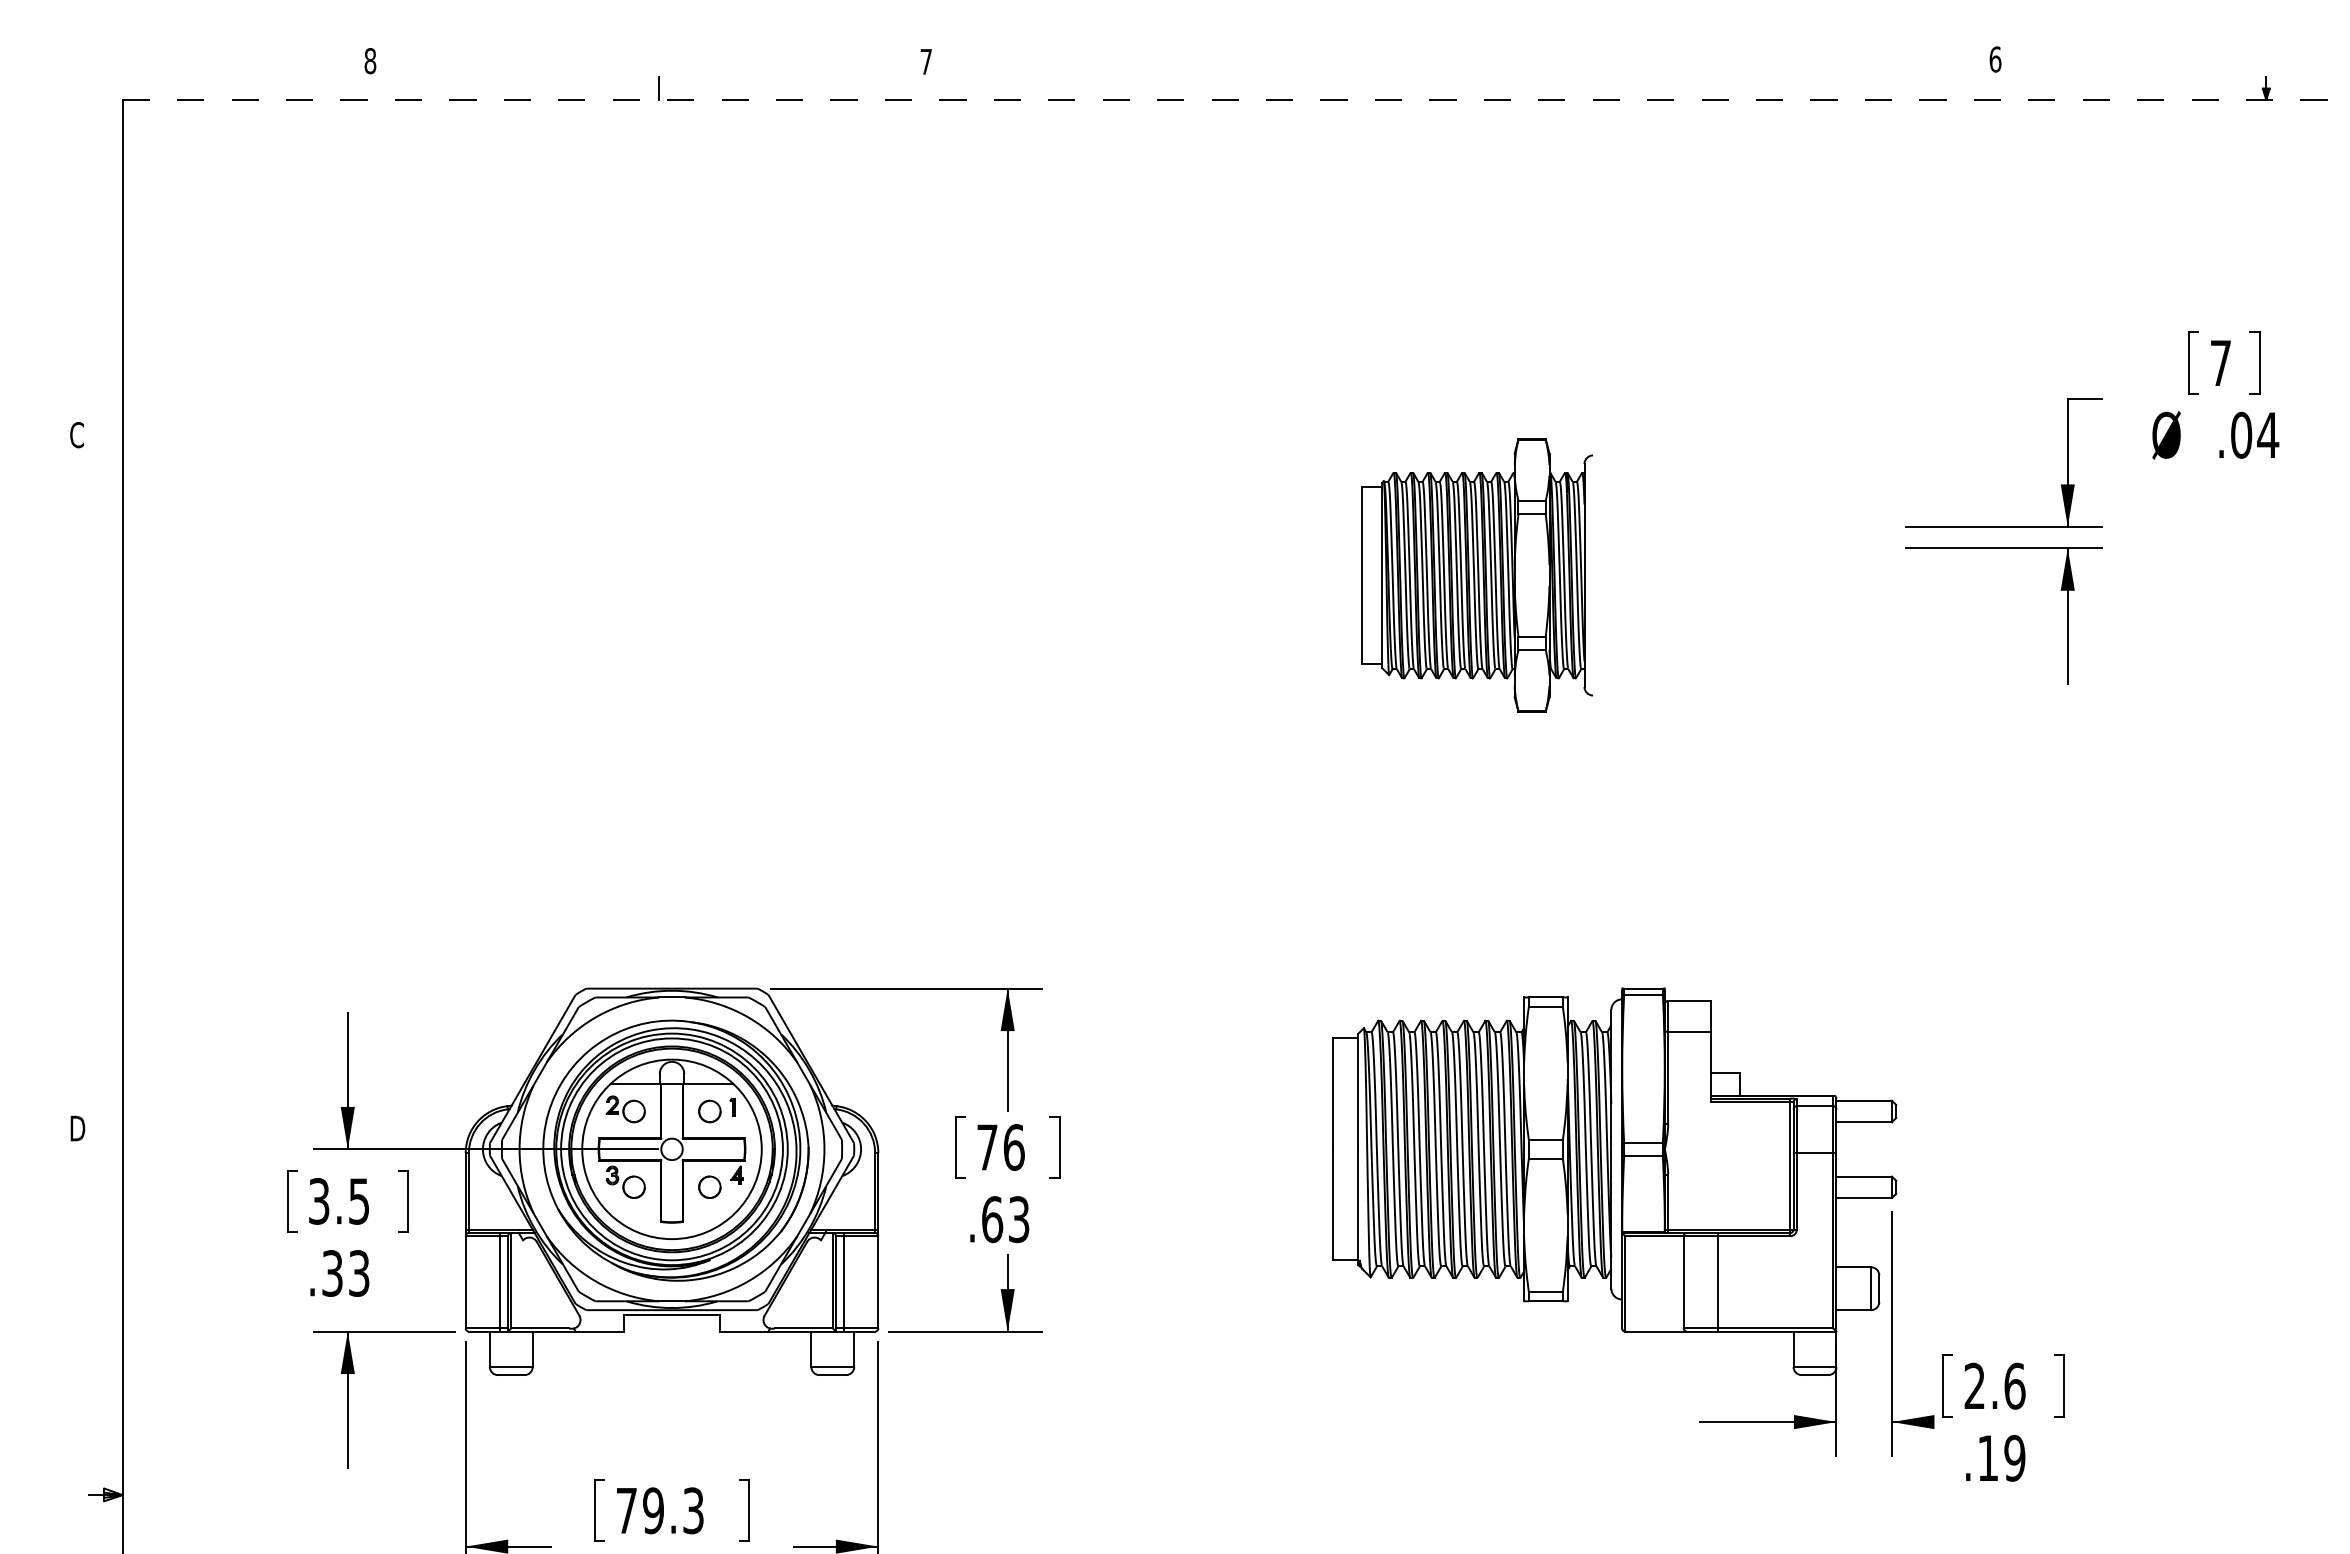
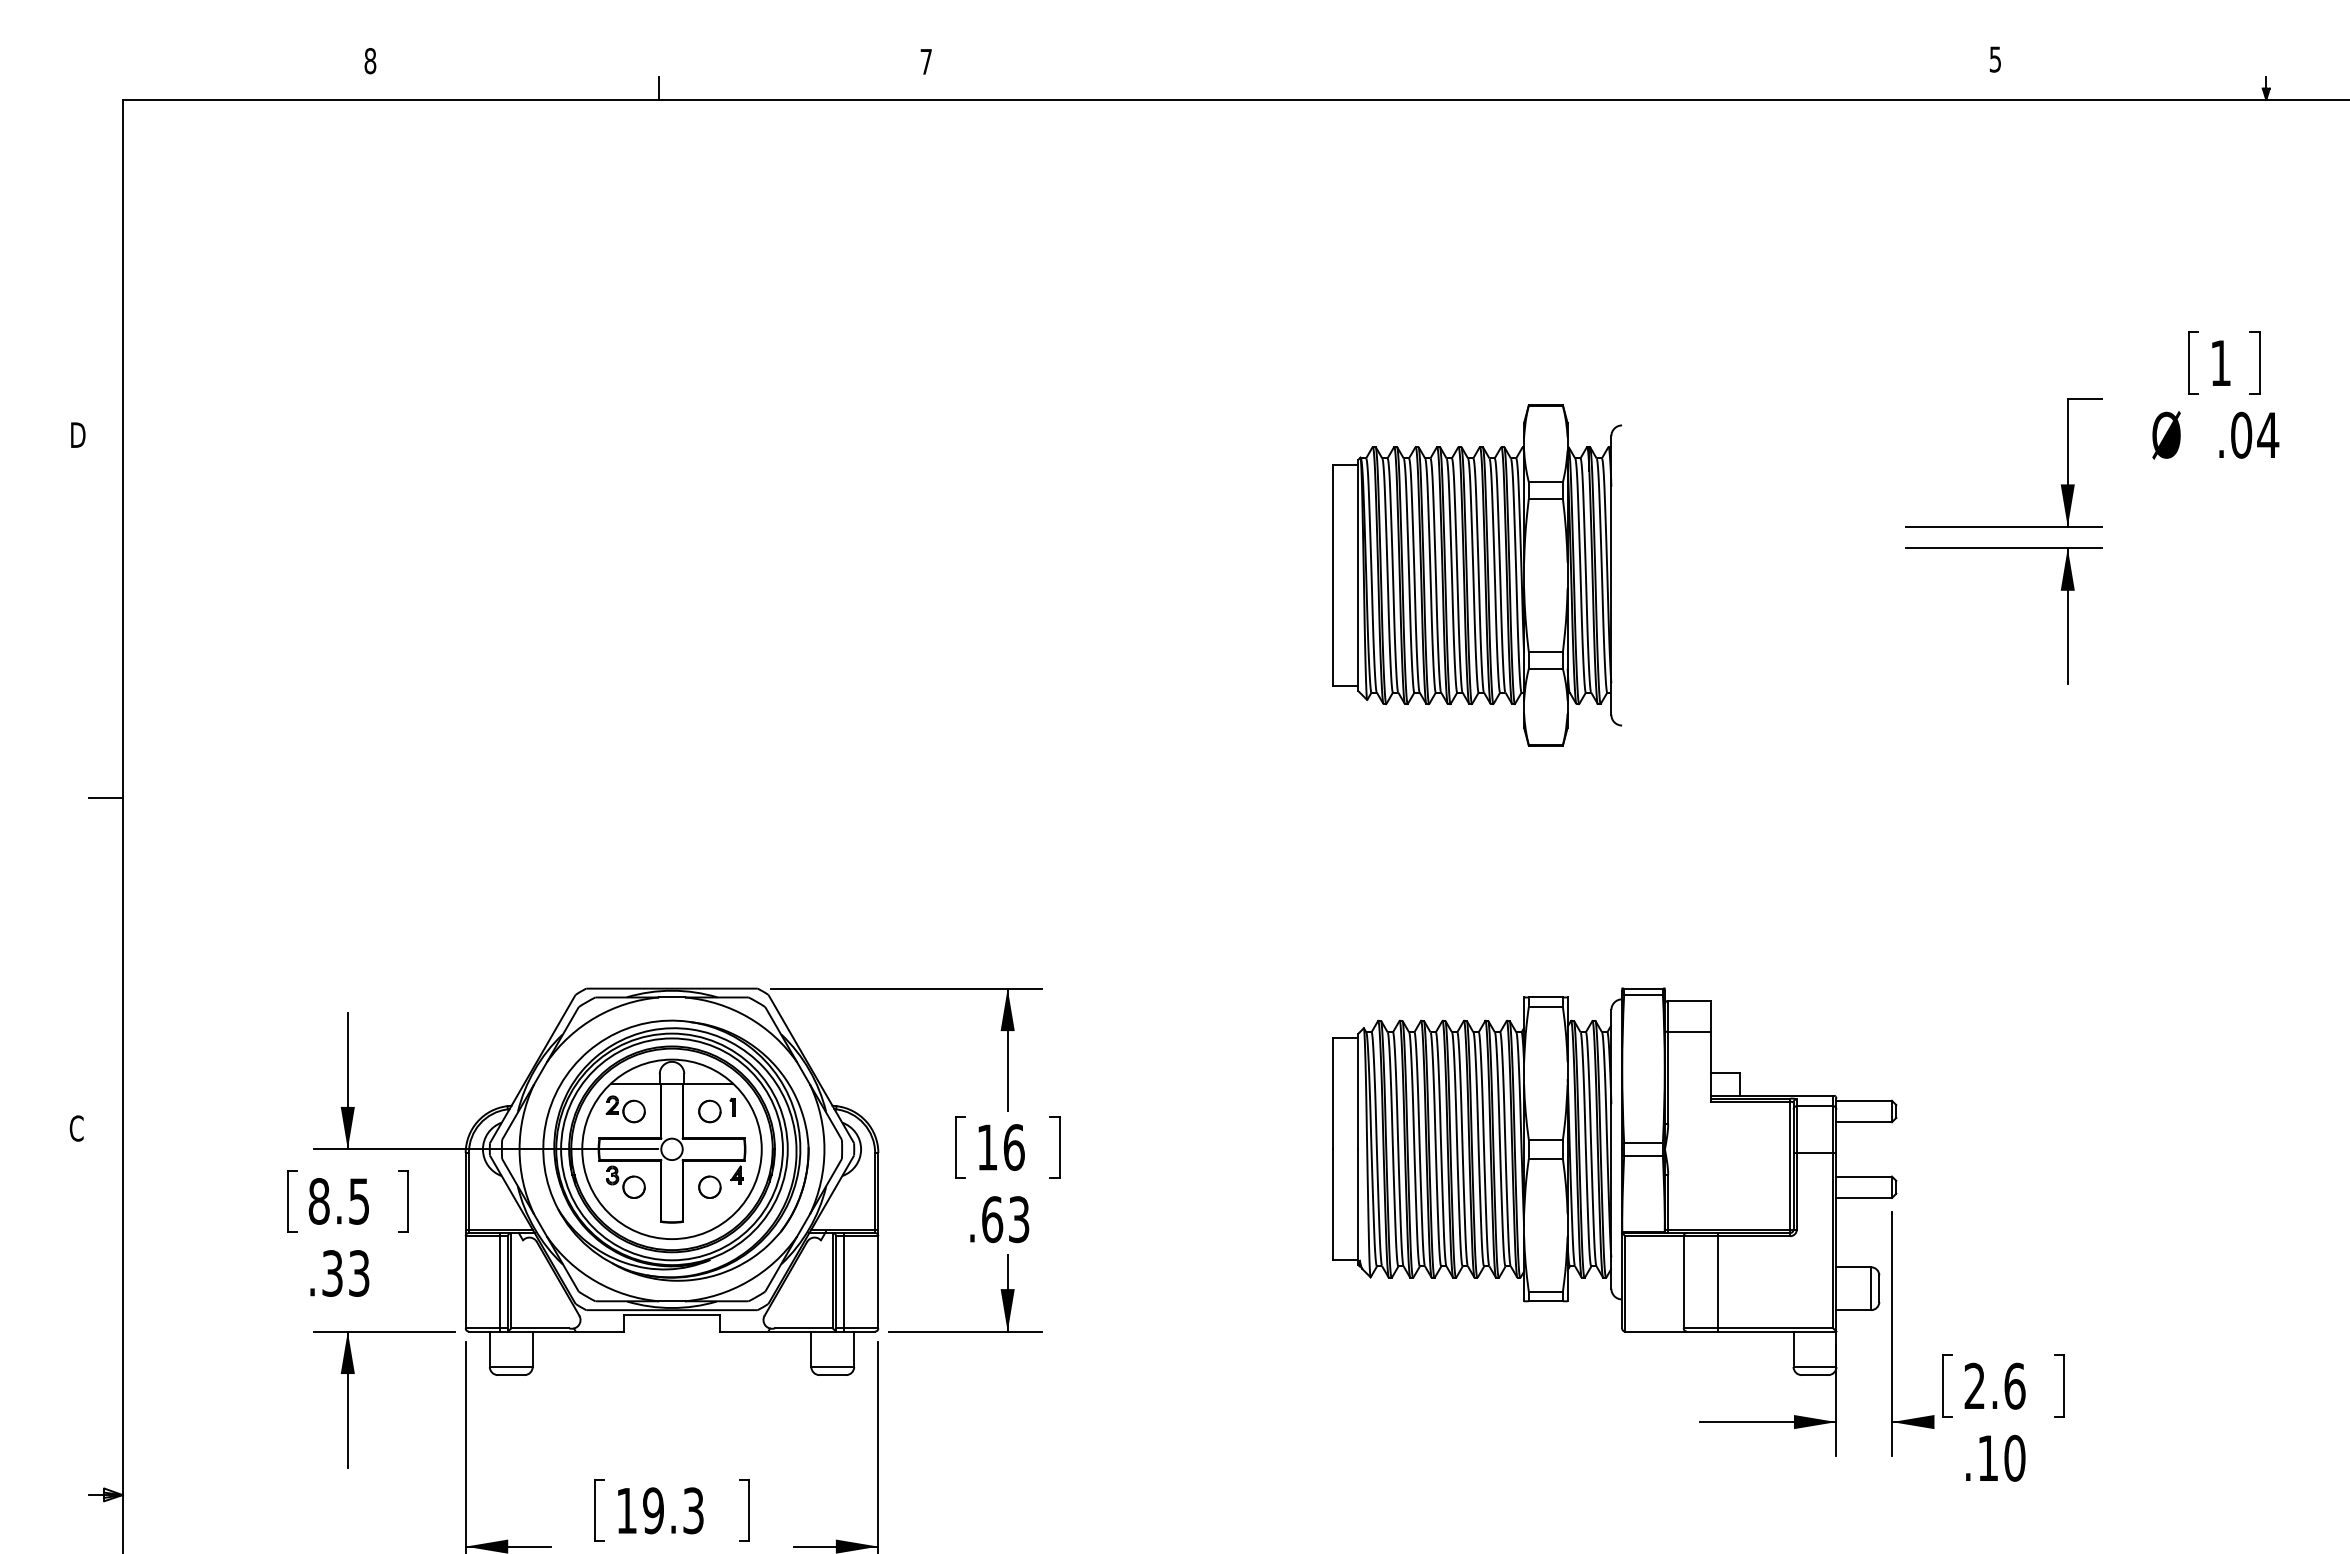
text at (1995, 59): 6 -> 5
line at (1236, 99): dashed -> solid
text at (2220, 362): 7 -> 1
text at (77, 435): C -> D
part at (1476, 575) size: 232x275 px -> 290x343 px
line at (105, 797): none -> present
text at (77, 1128): D -> C
text at (987, 1147): 76 -> 16
text at (318, 1201): 3.5 -> 8.5
text at (2014, 1458): .19 -> .10
text at (626, 1510): 79.3 -> 19.3
